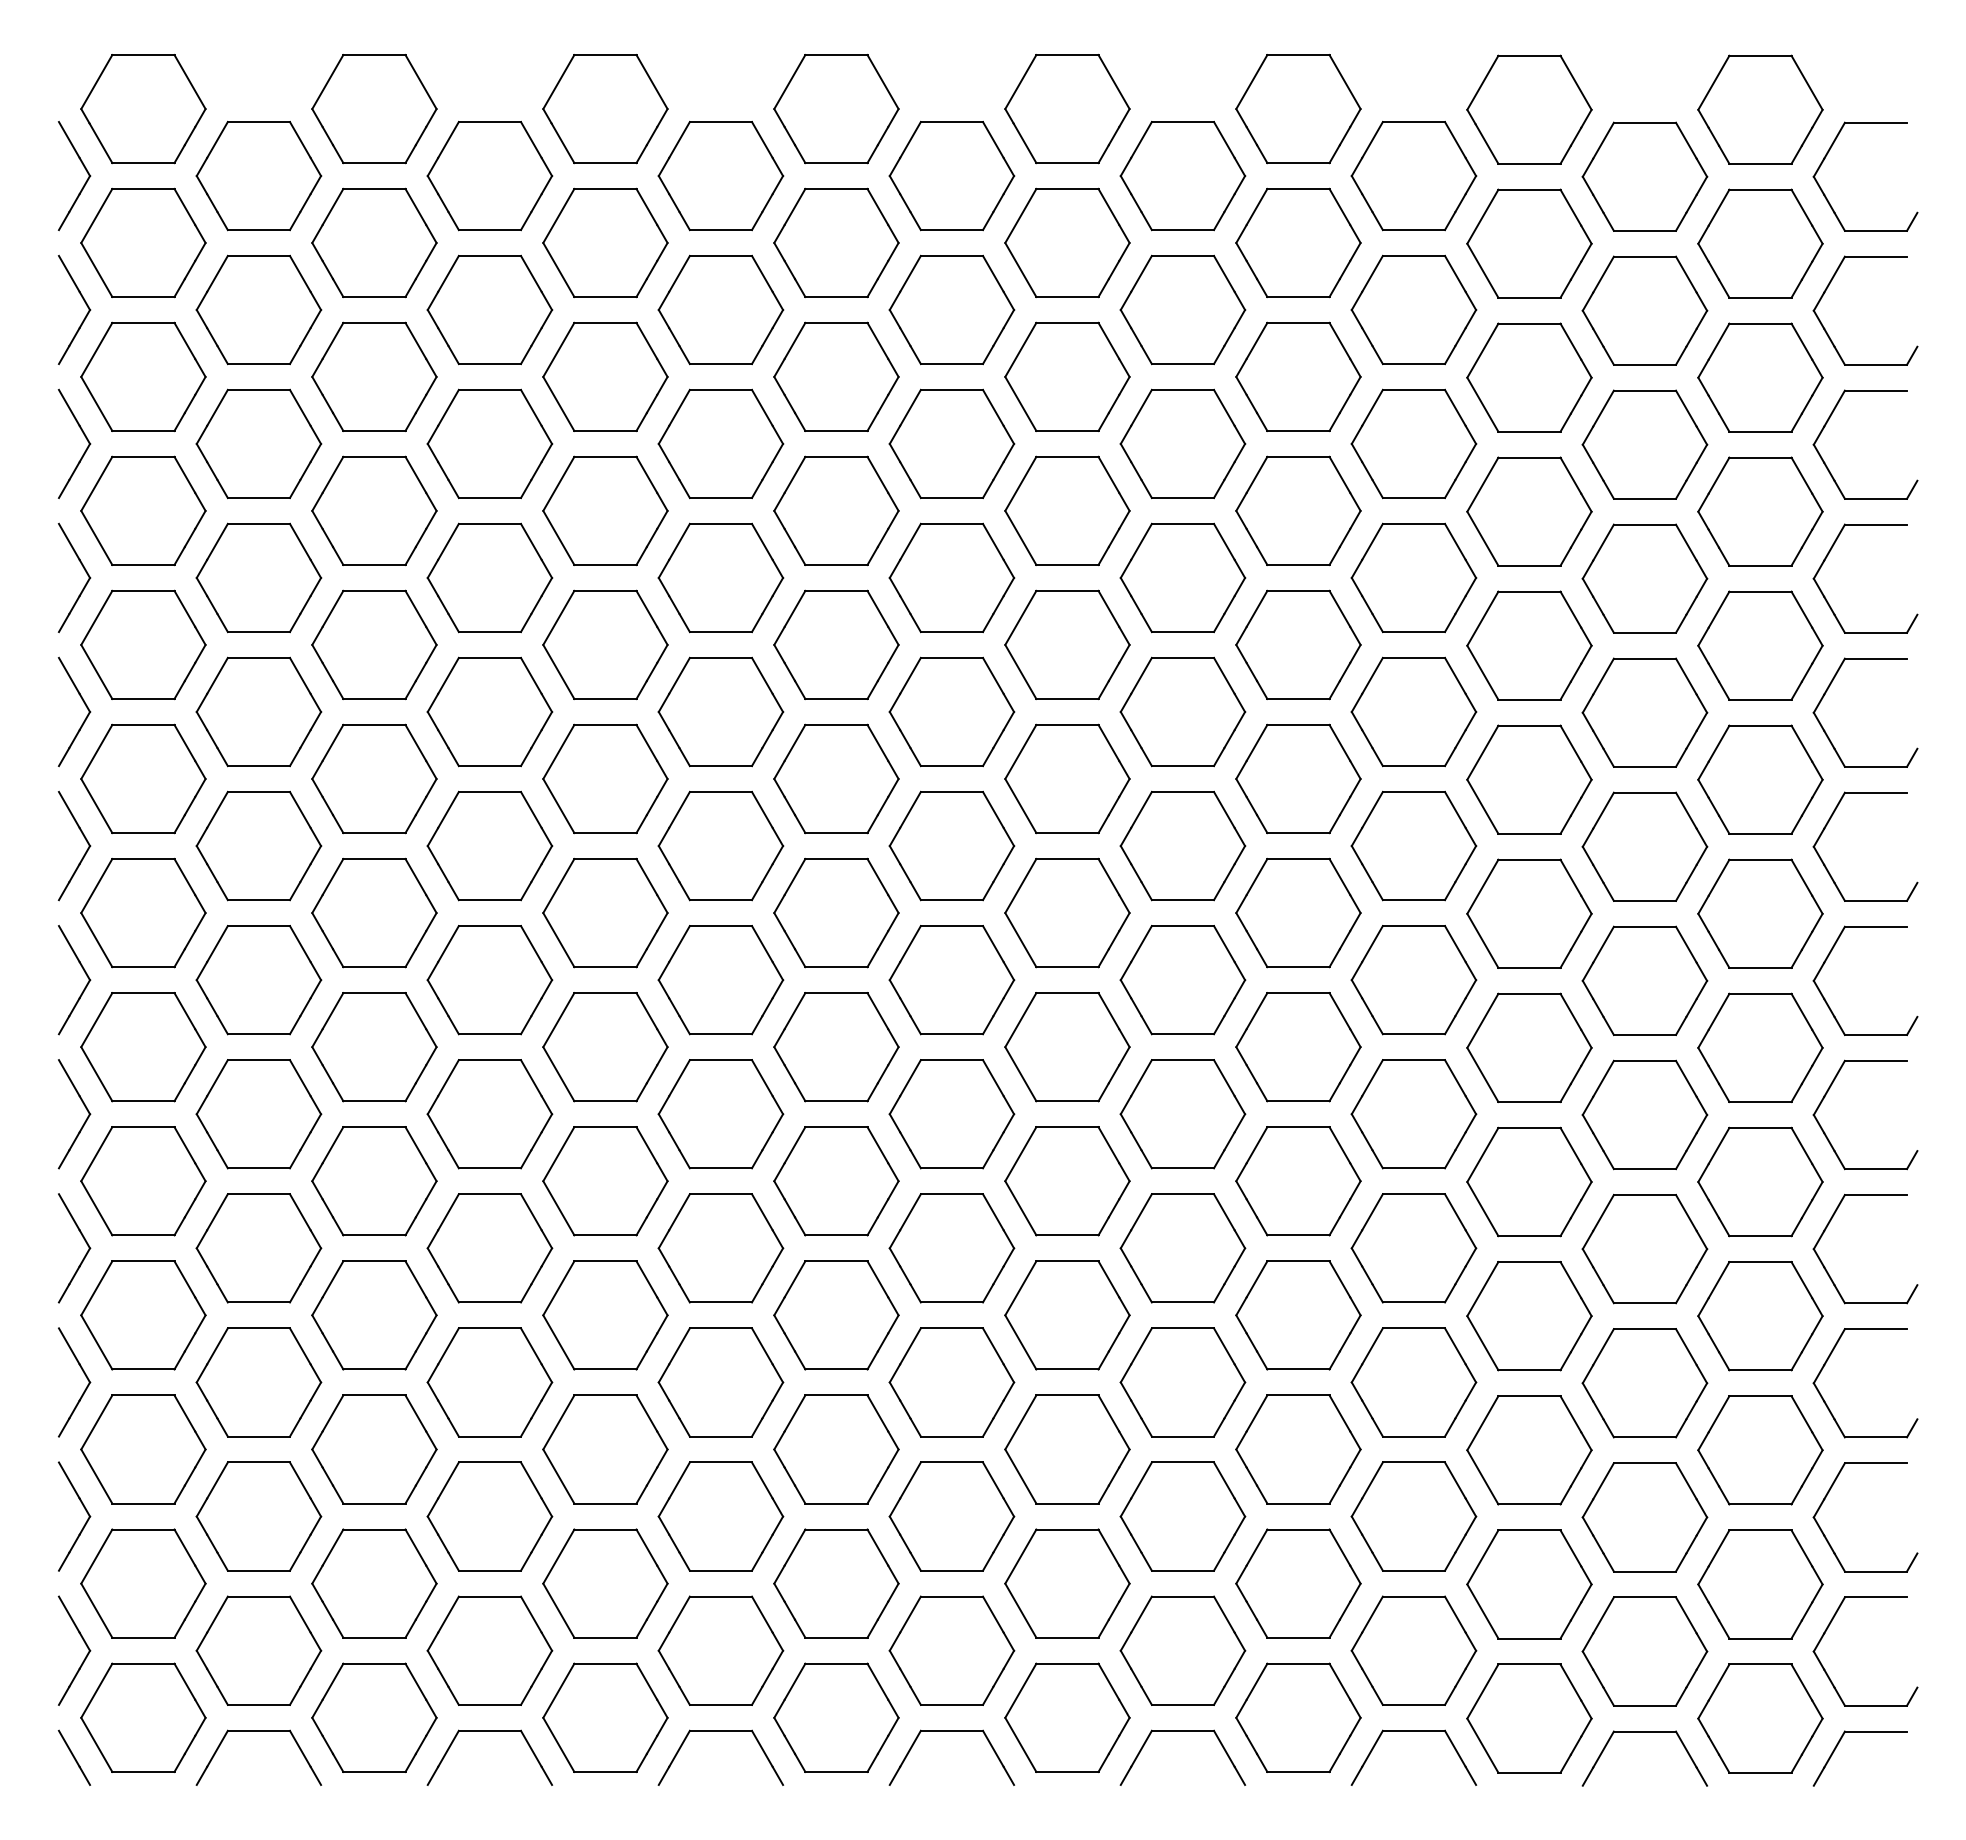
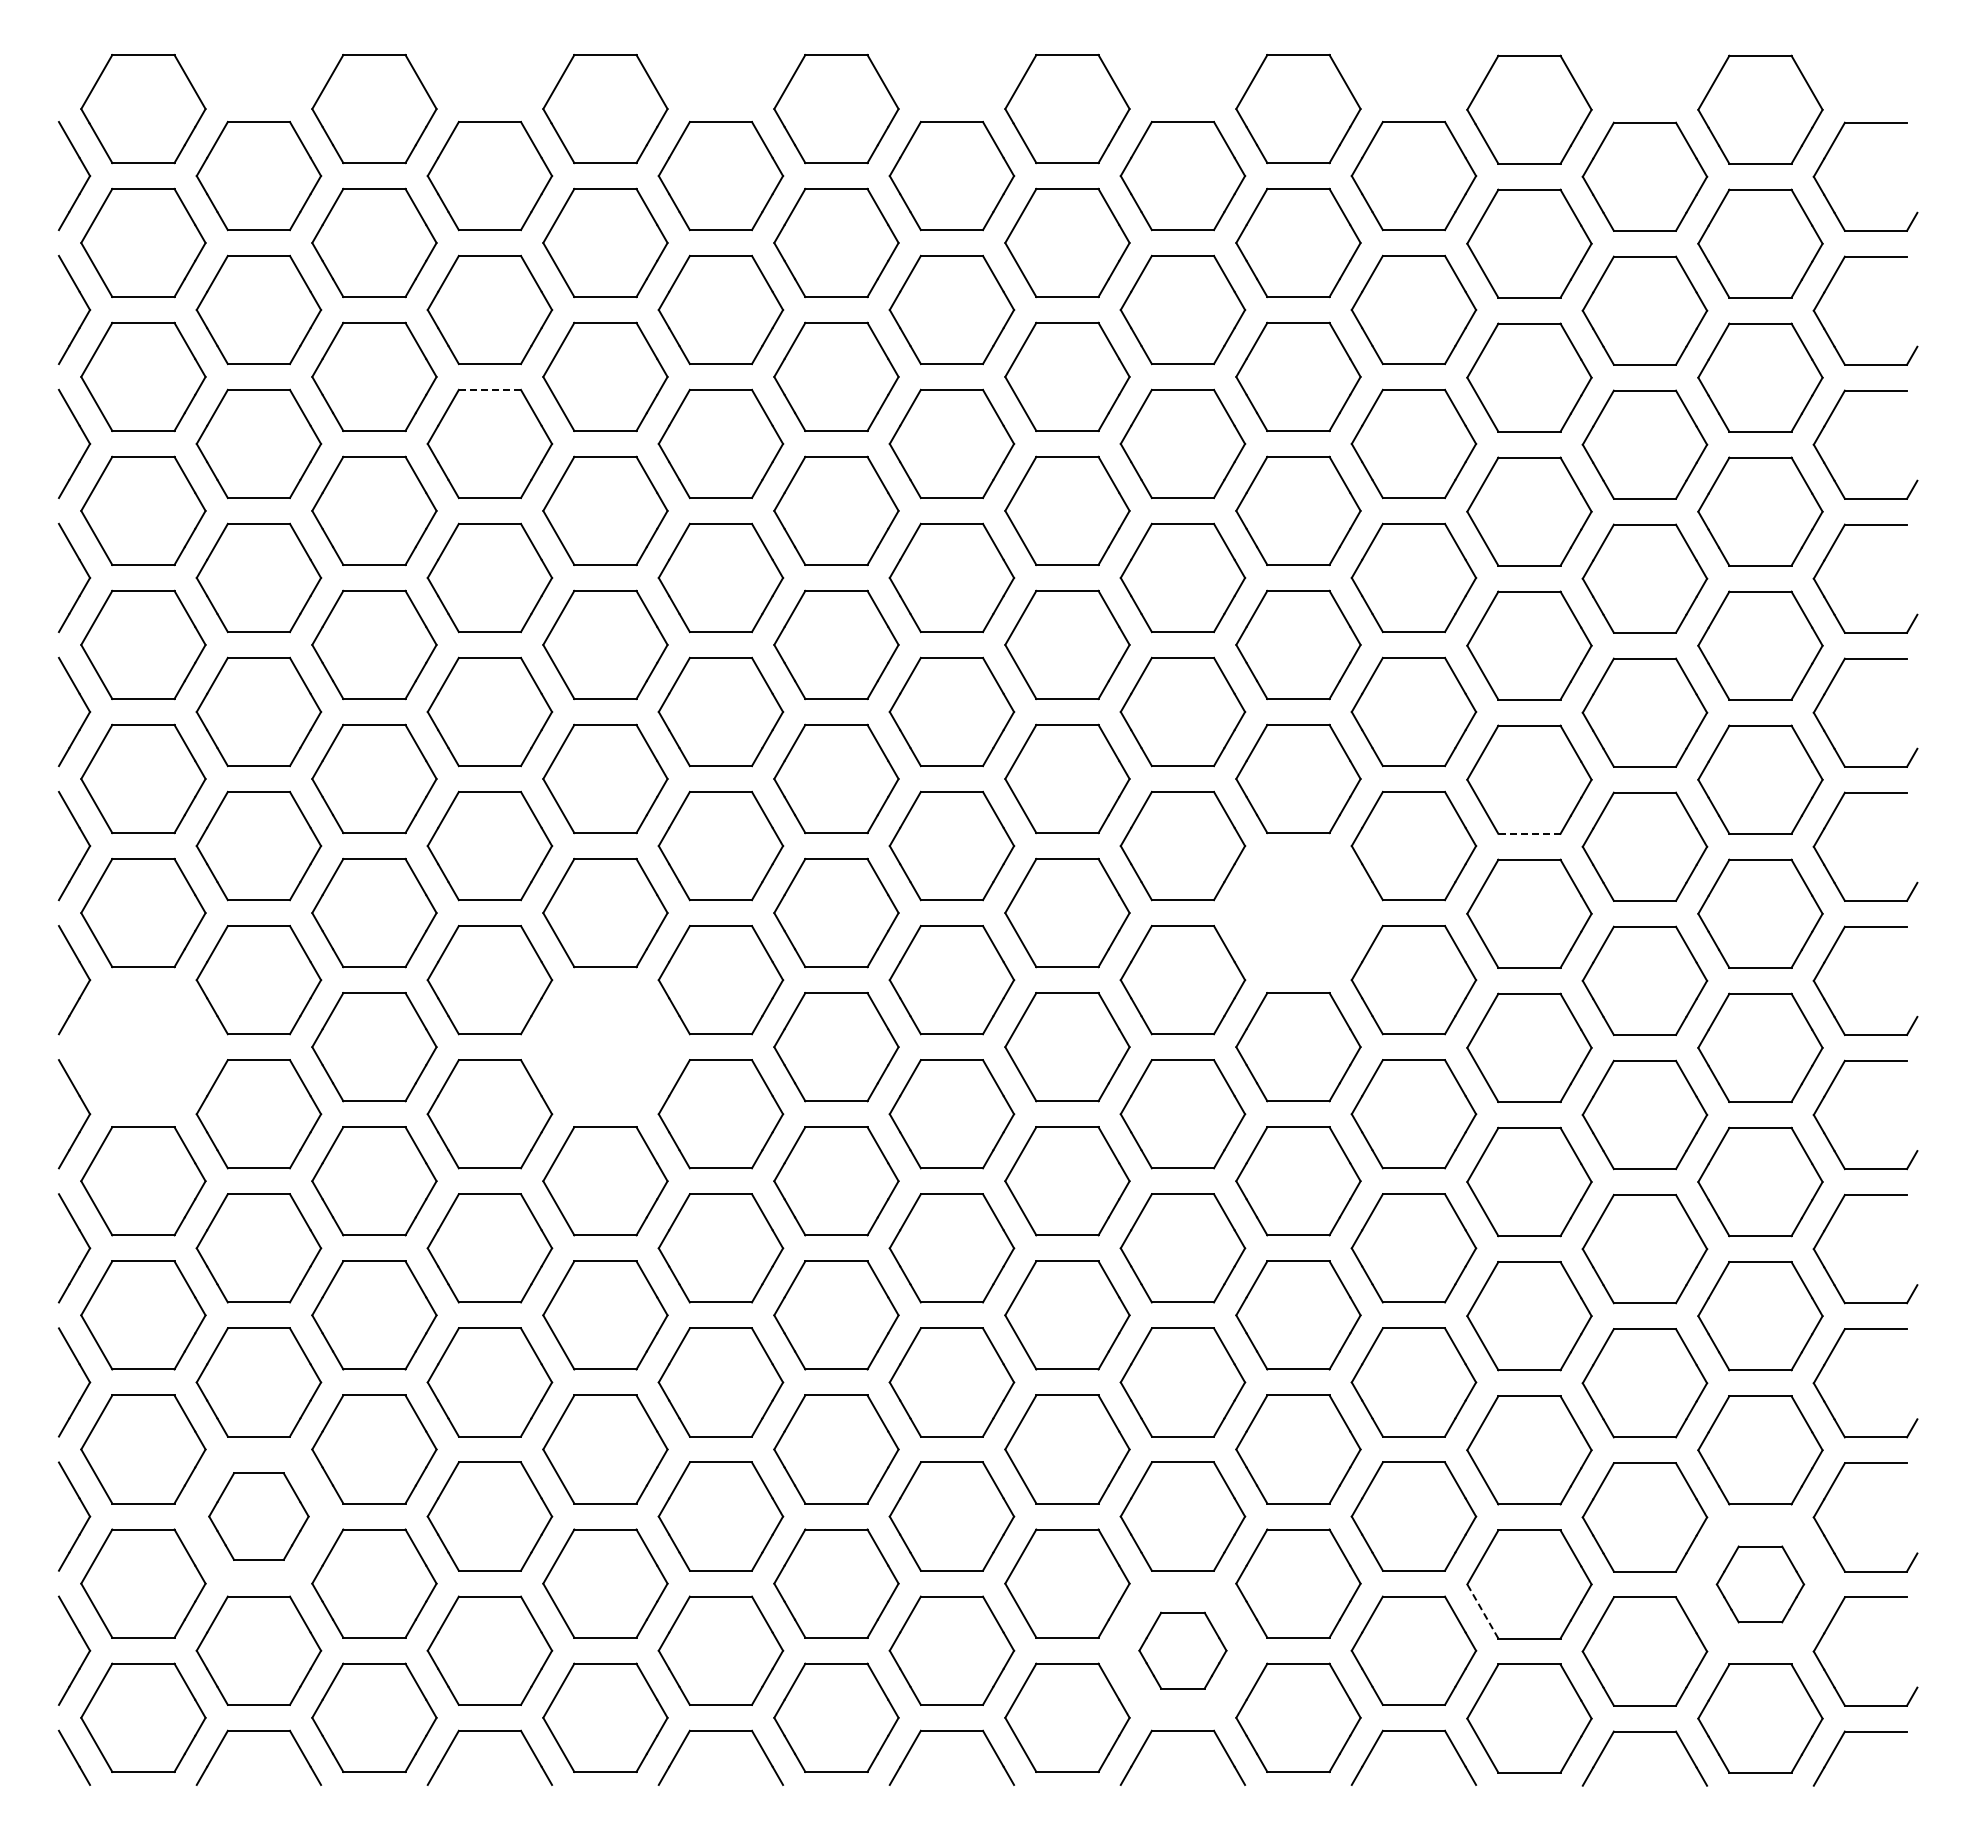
line at (490, 389): solid -> dashed
line at (1528, 833): solid -> dashed
part at (1298, 912): present -> none
part at (143, 1047): present -> none
part at (605, 1047): present -> none
part at (258, 1516) size: 128x111 px -> 102x89 px
part at (1760, 1584) size: 127x111 px -> 91x79 px
line at (1482, 1611): solid -> dashed
part at (1182, 1650) size: 128x111 px -> 90x79 px
